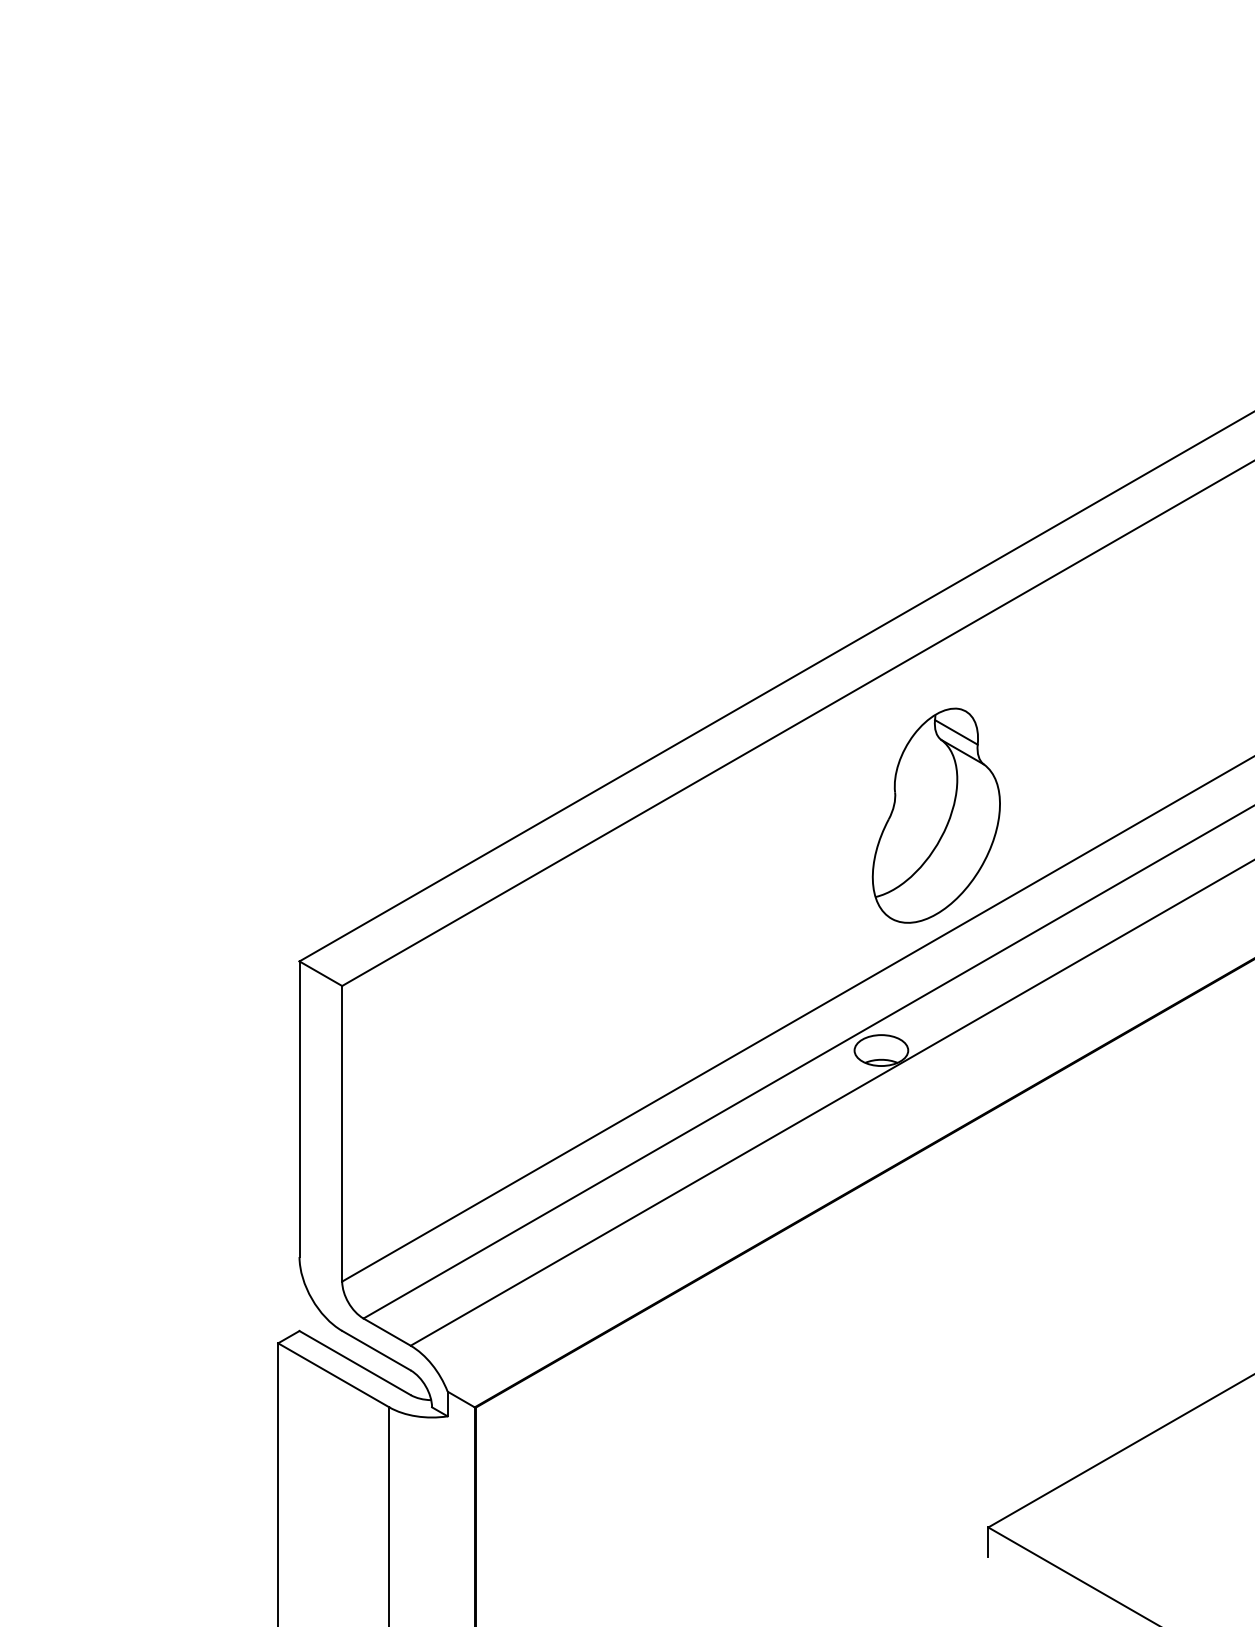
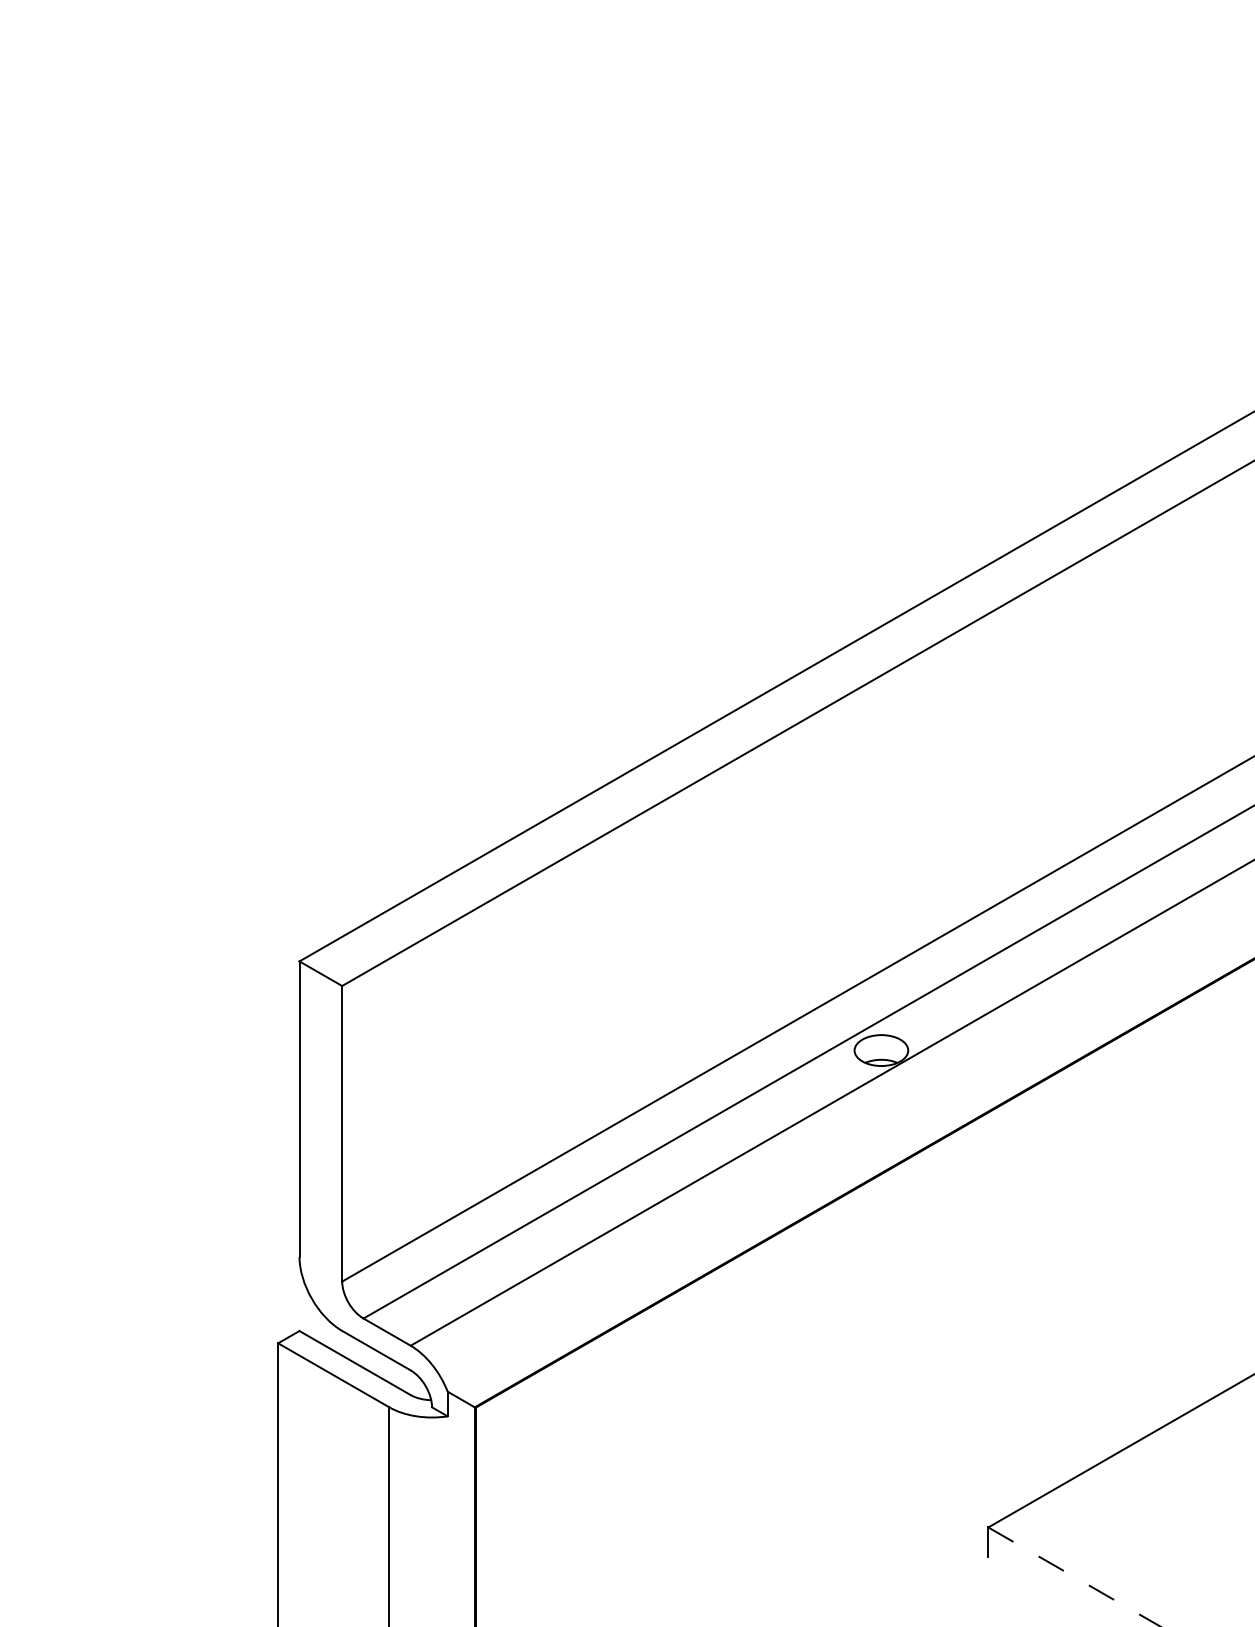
part at (935, 815): present -> none
line at (1074, 1577): solid -> dashed
